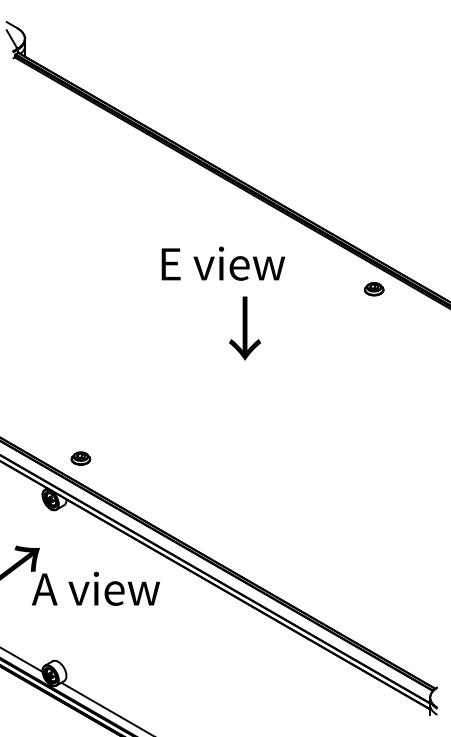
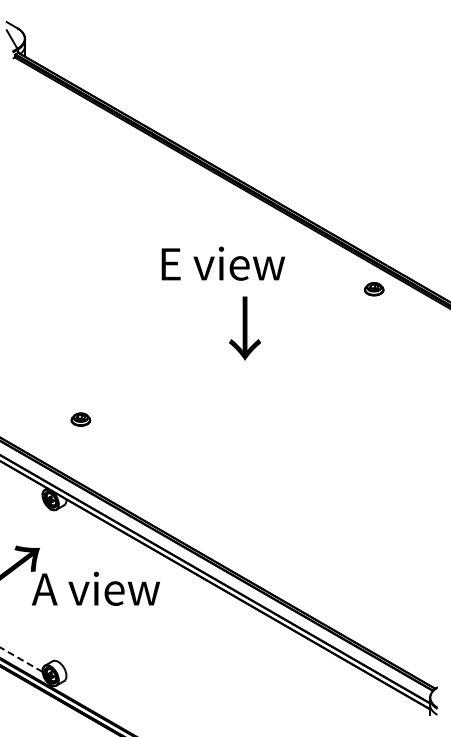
part at (80, 458) position: (80, 458) -> (80, 419)
line at (20, 659): solid -> dashed
line at (105, 707): present -> none
